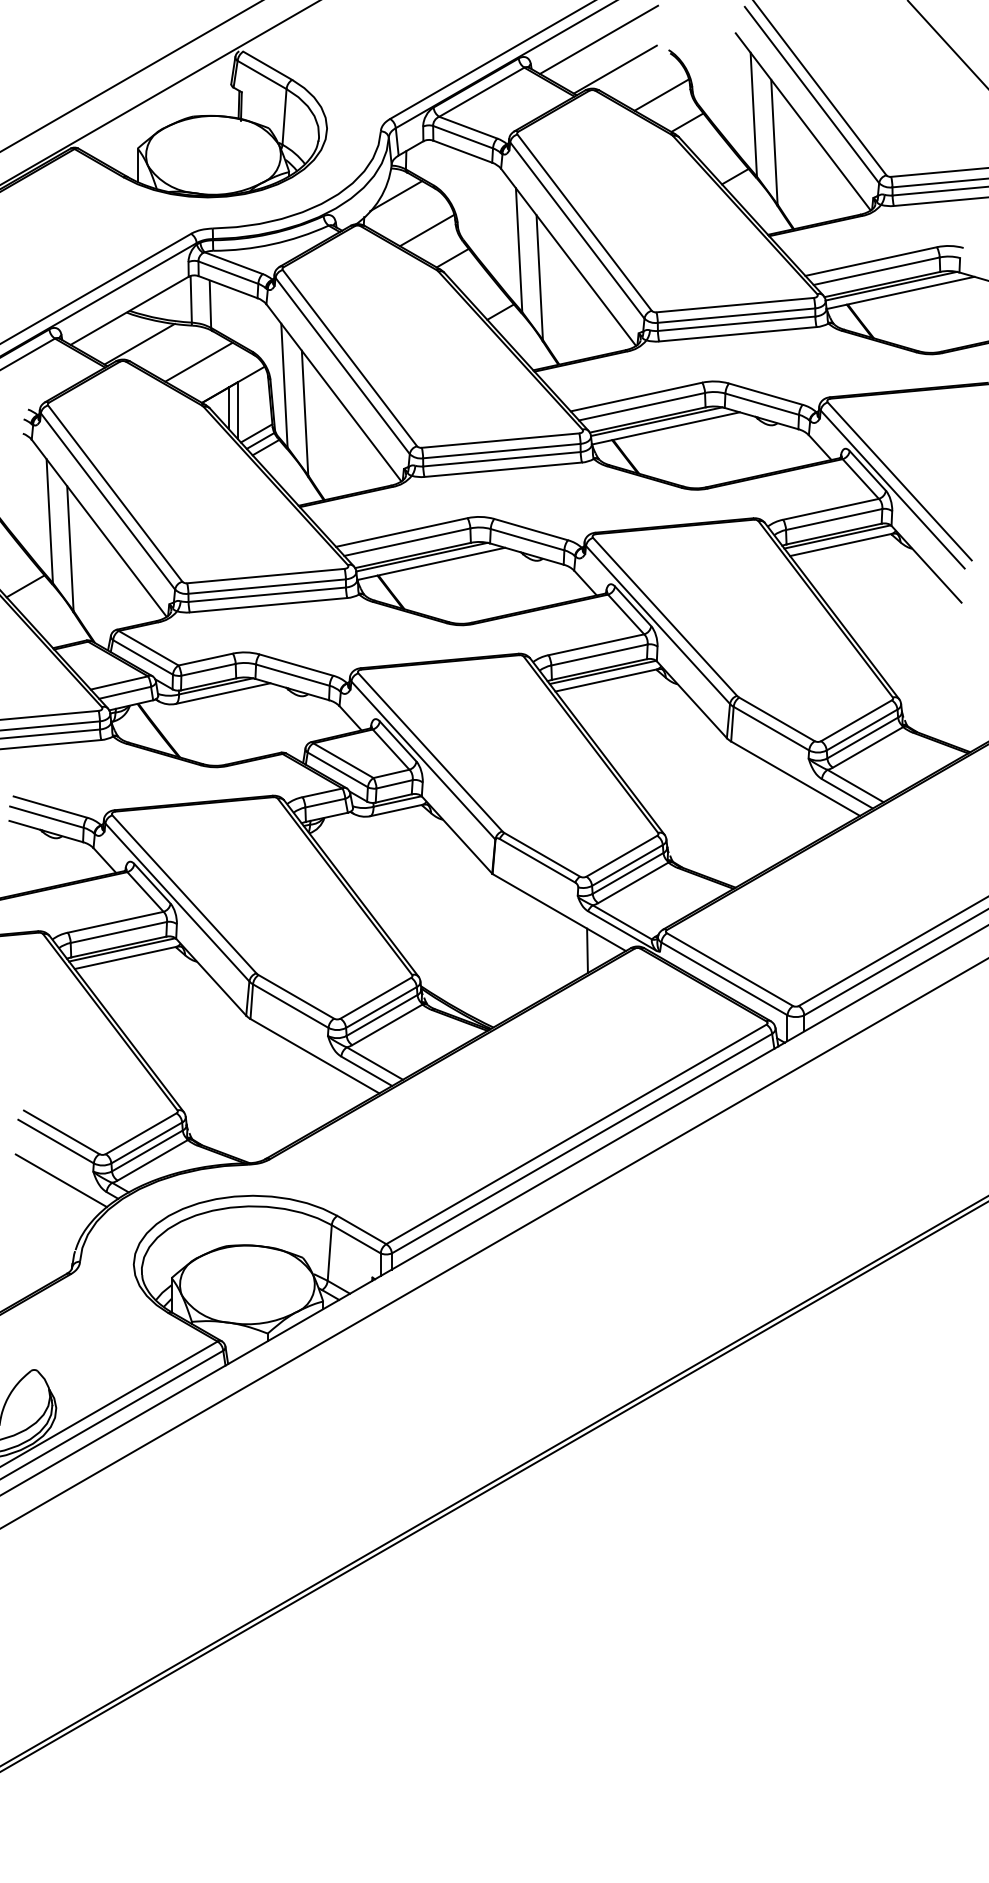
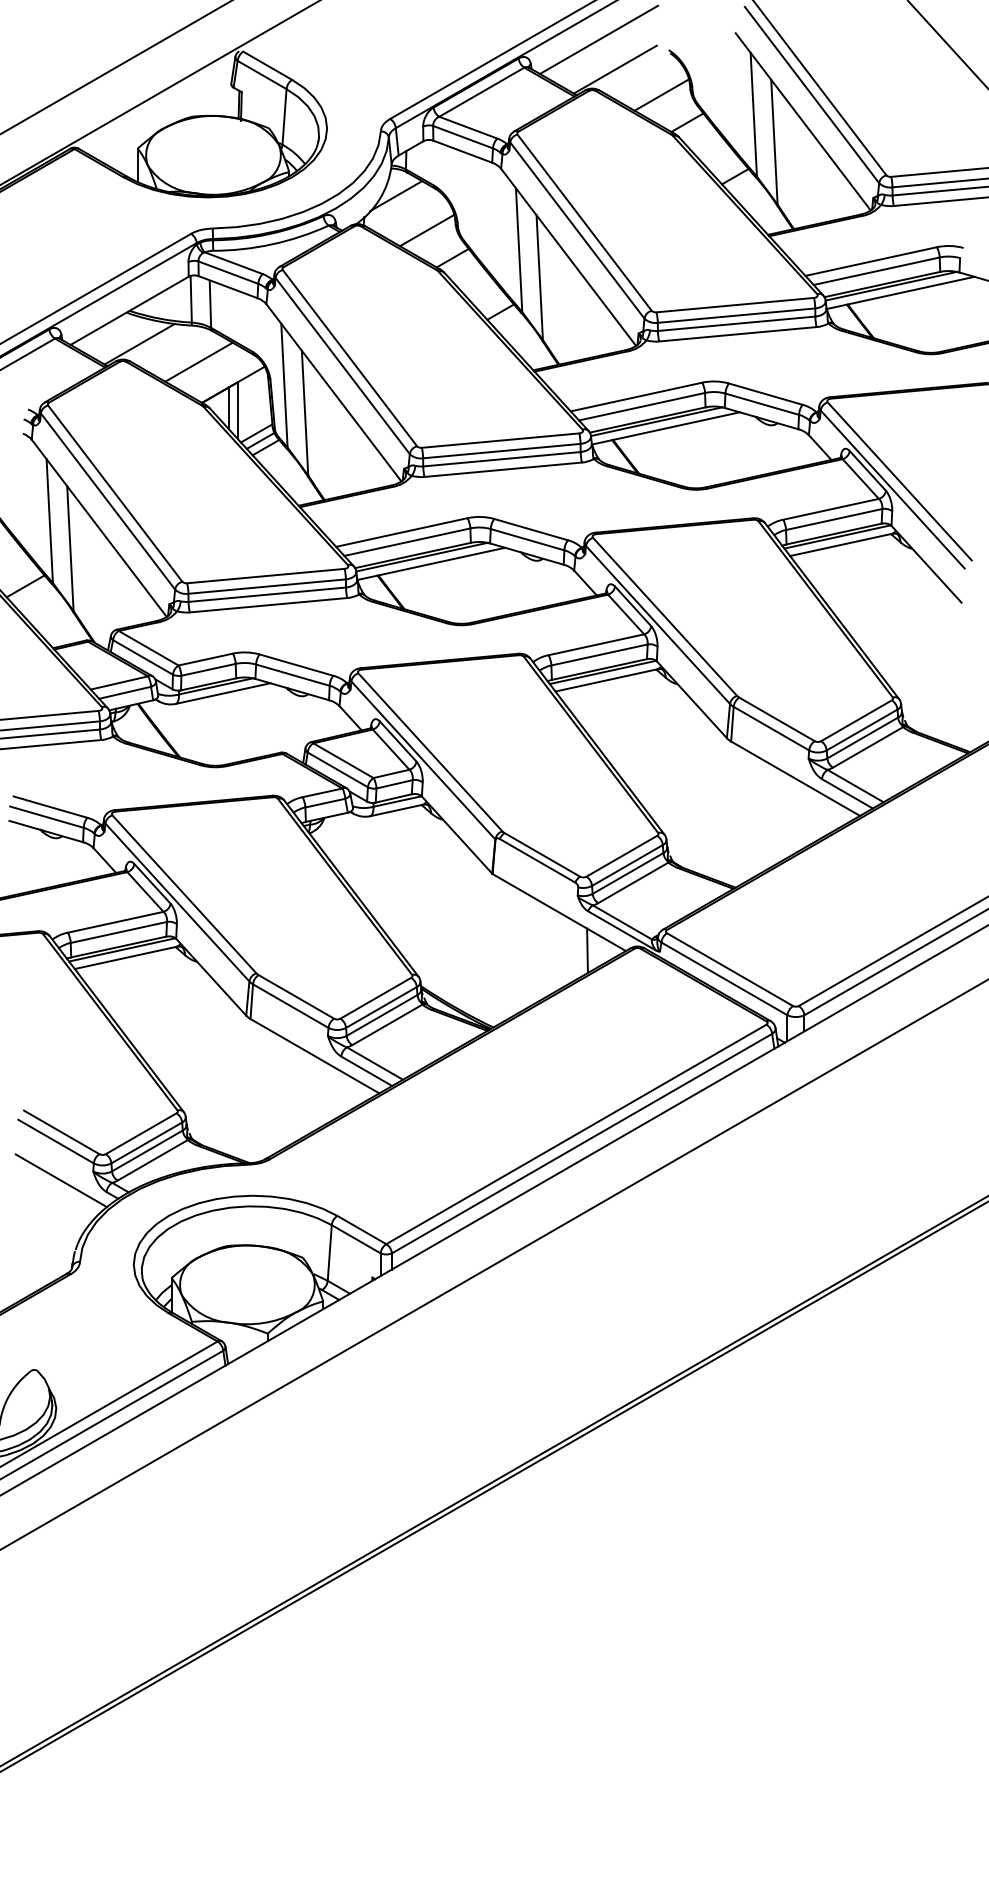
line at (130, 76) position: (130, 76) -> (115, 67)
line at (493, 1243) position: (493, 1243) -> (493, 1264)
